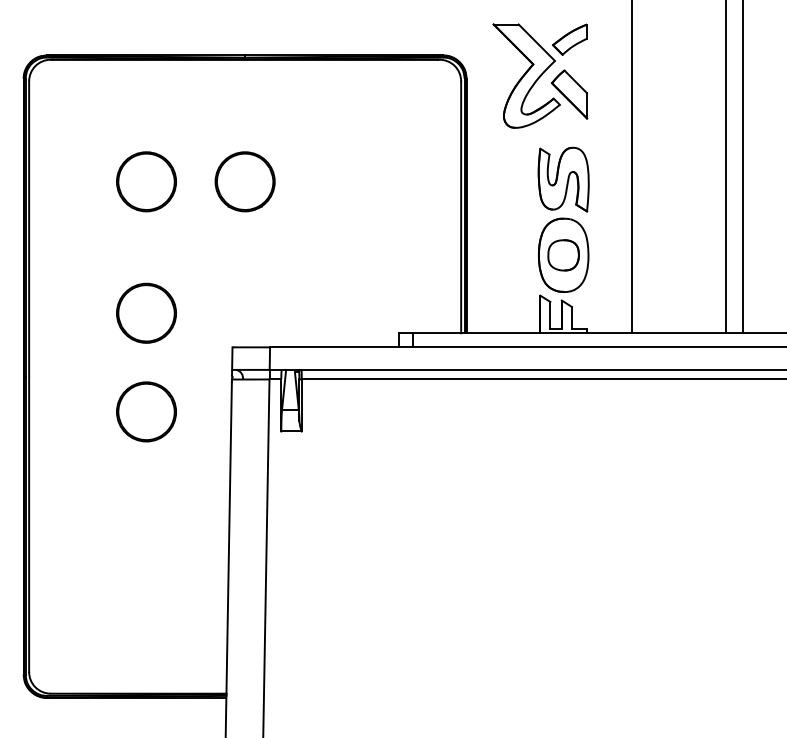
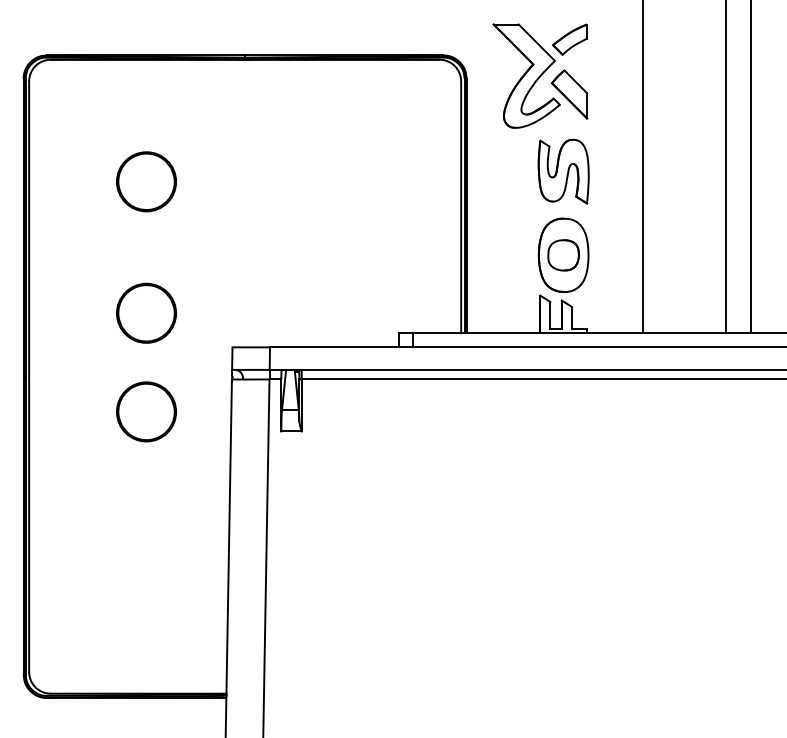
line at (632, 167) position: (632, 167) -> (643, 167)
line at (742, 167) position: (742, 167) -> (750, 167)
part at (563, 179) position: (563, 179) -> (563, 171)
part at (244, 181): present -> none
